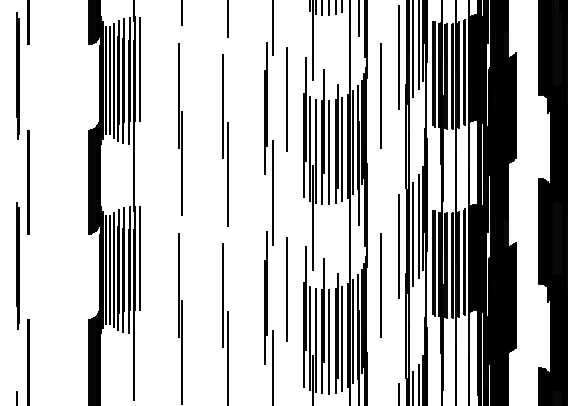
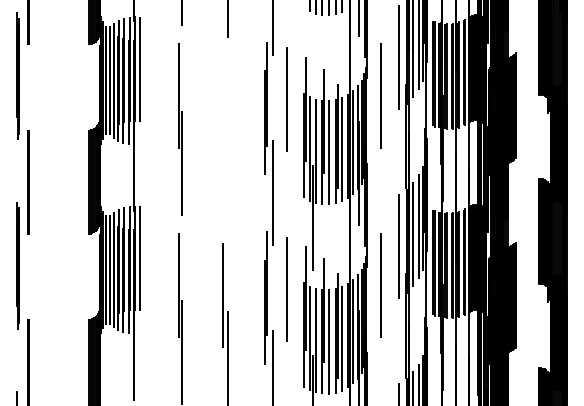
line at (313, 41): present -> none
part at (225, 140): present -> none
